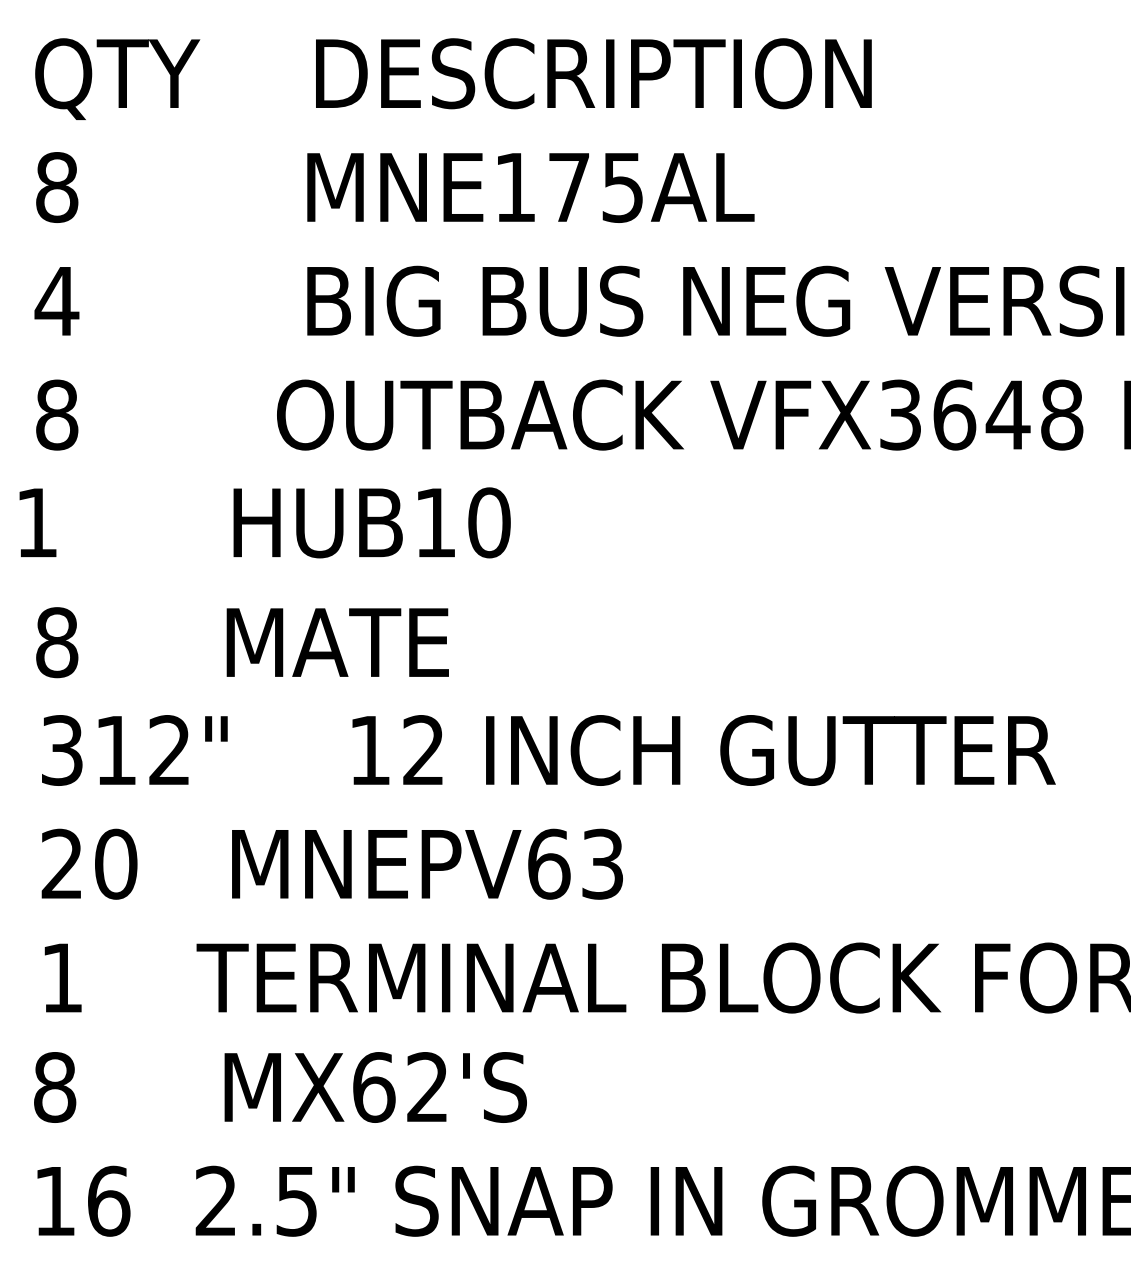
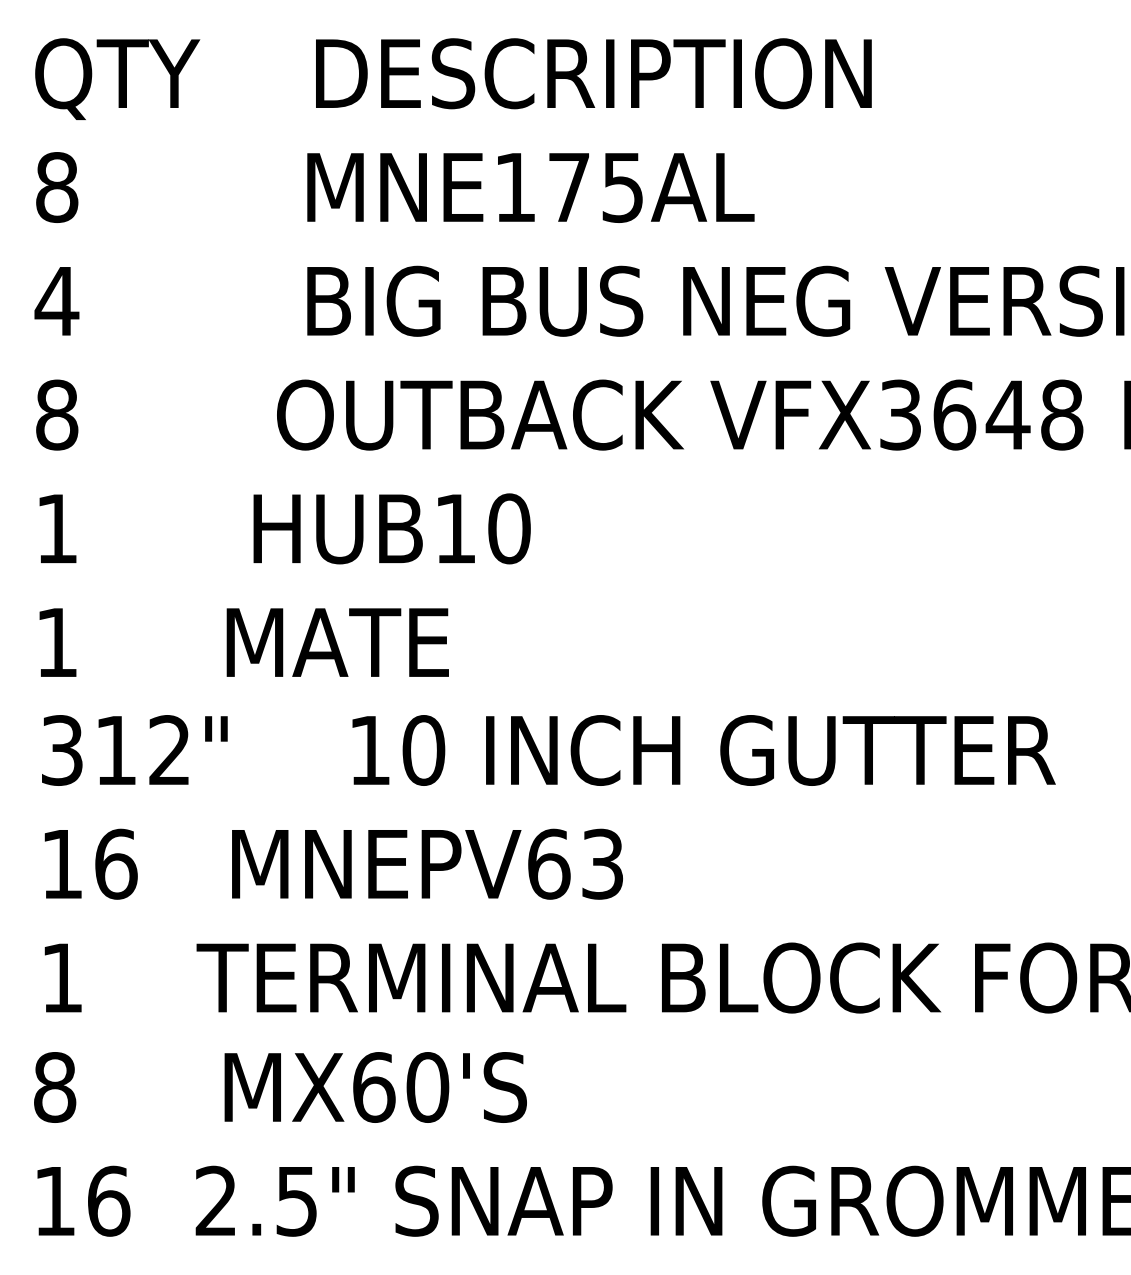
text at (264, 522) position: (264, 522) -> (284, 528)
text at (57, 642): 8 -> 1
text at (423, 750): 12 -> 10
text at (89, 863): 20 -> 16
text at (427, 1087): MX62'S -> MX60'S
